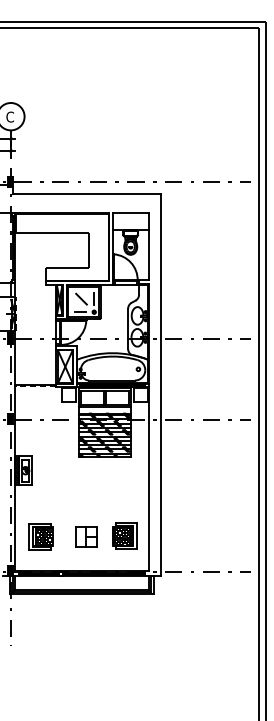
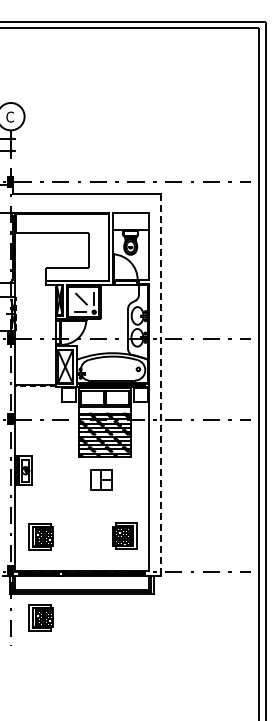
line at (160, 385): solid -> dashed
part at (86, 536) position: (86, 536) -> (101, 479)
part at (40, 617): none -> present
